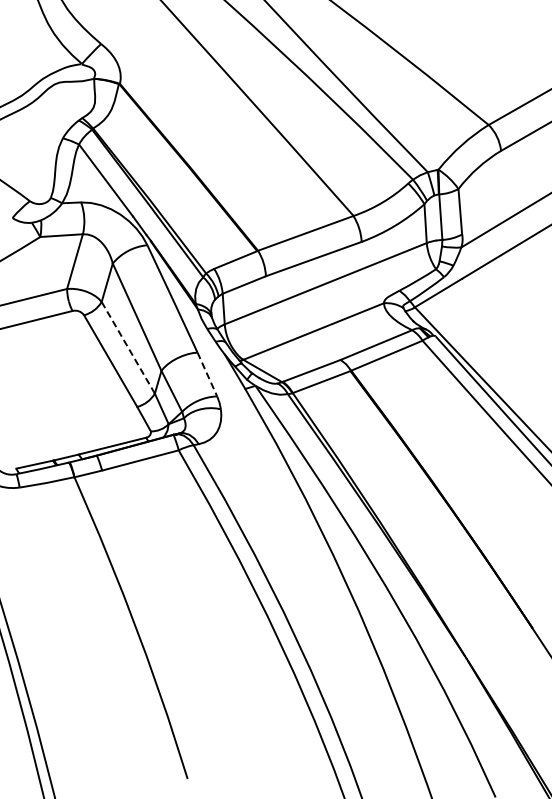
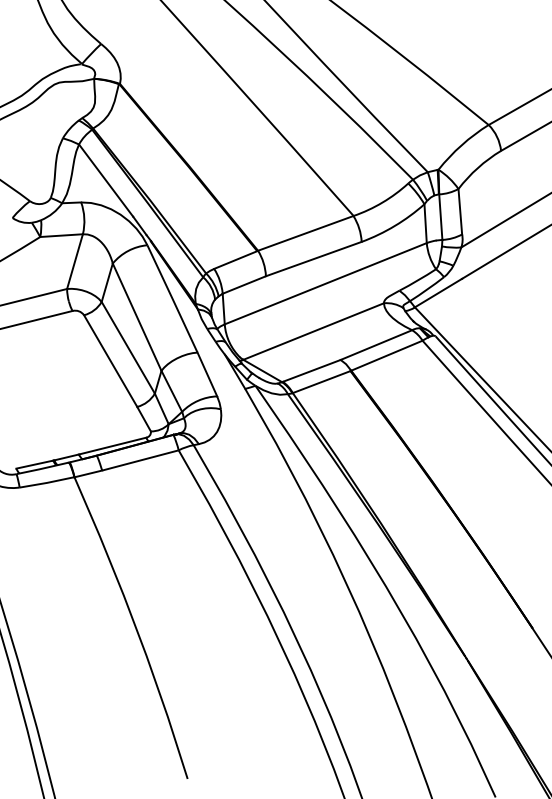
line at (128, 347): dashed -> solid
line at (207, 374): dashed -> solid
